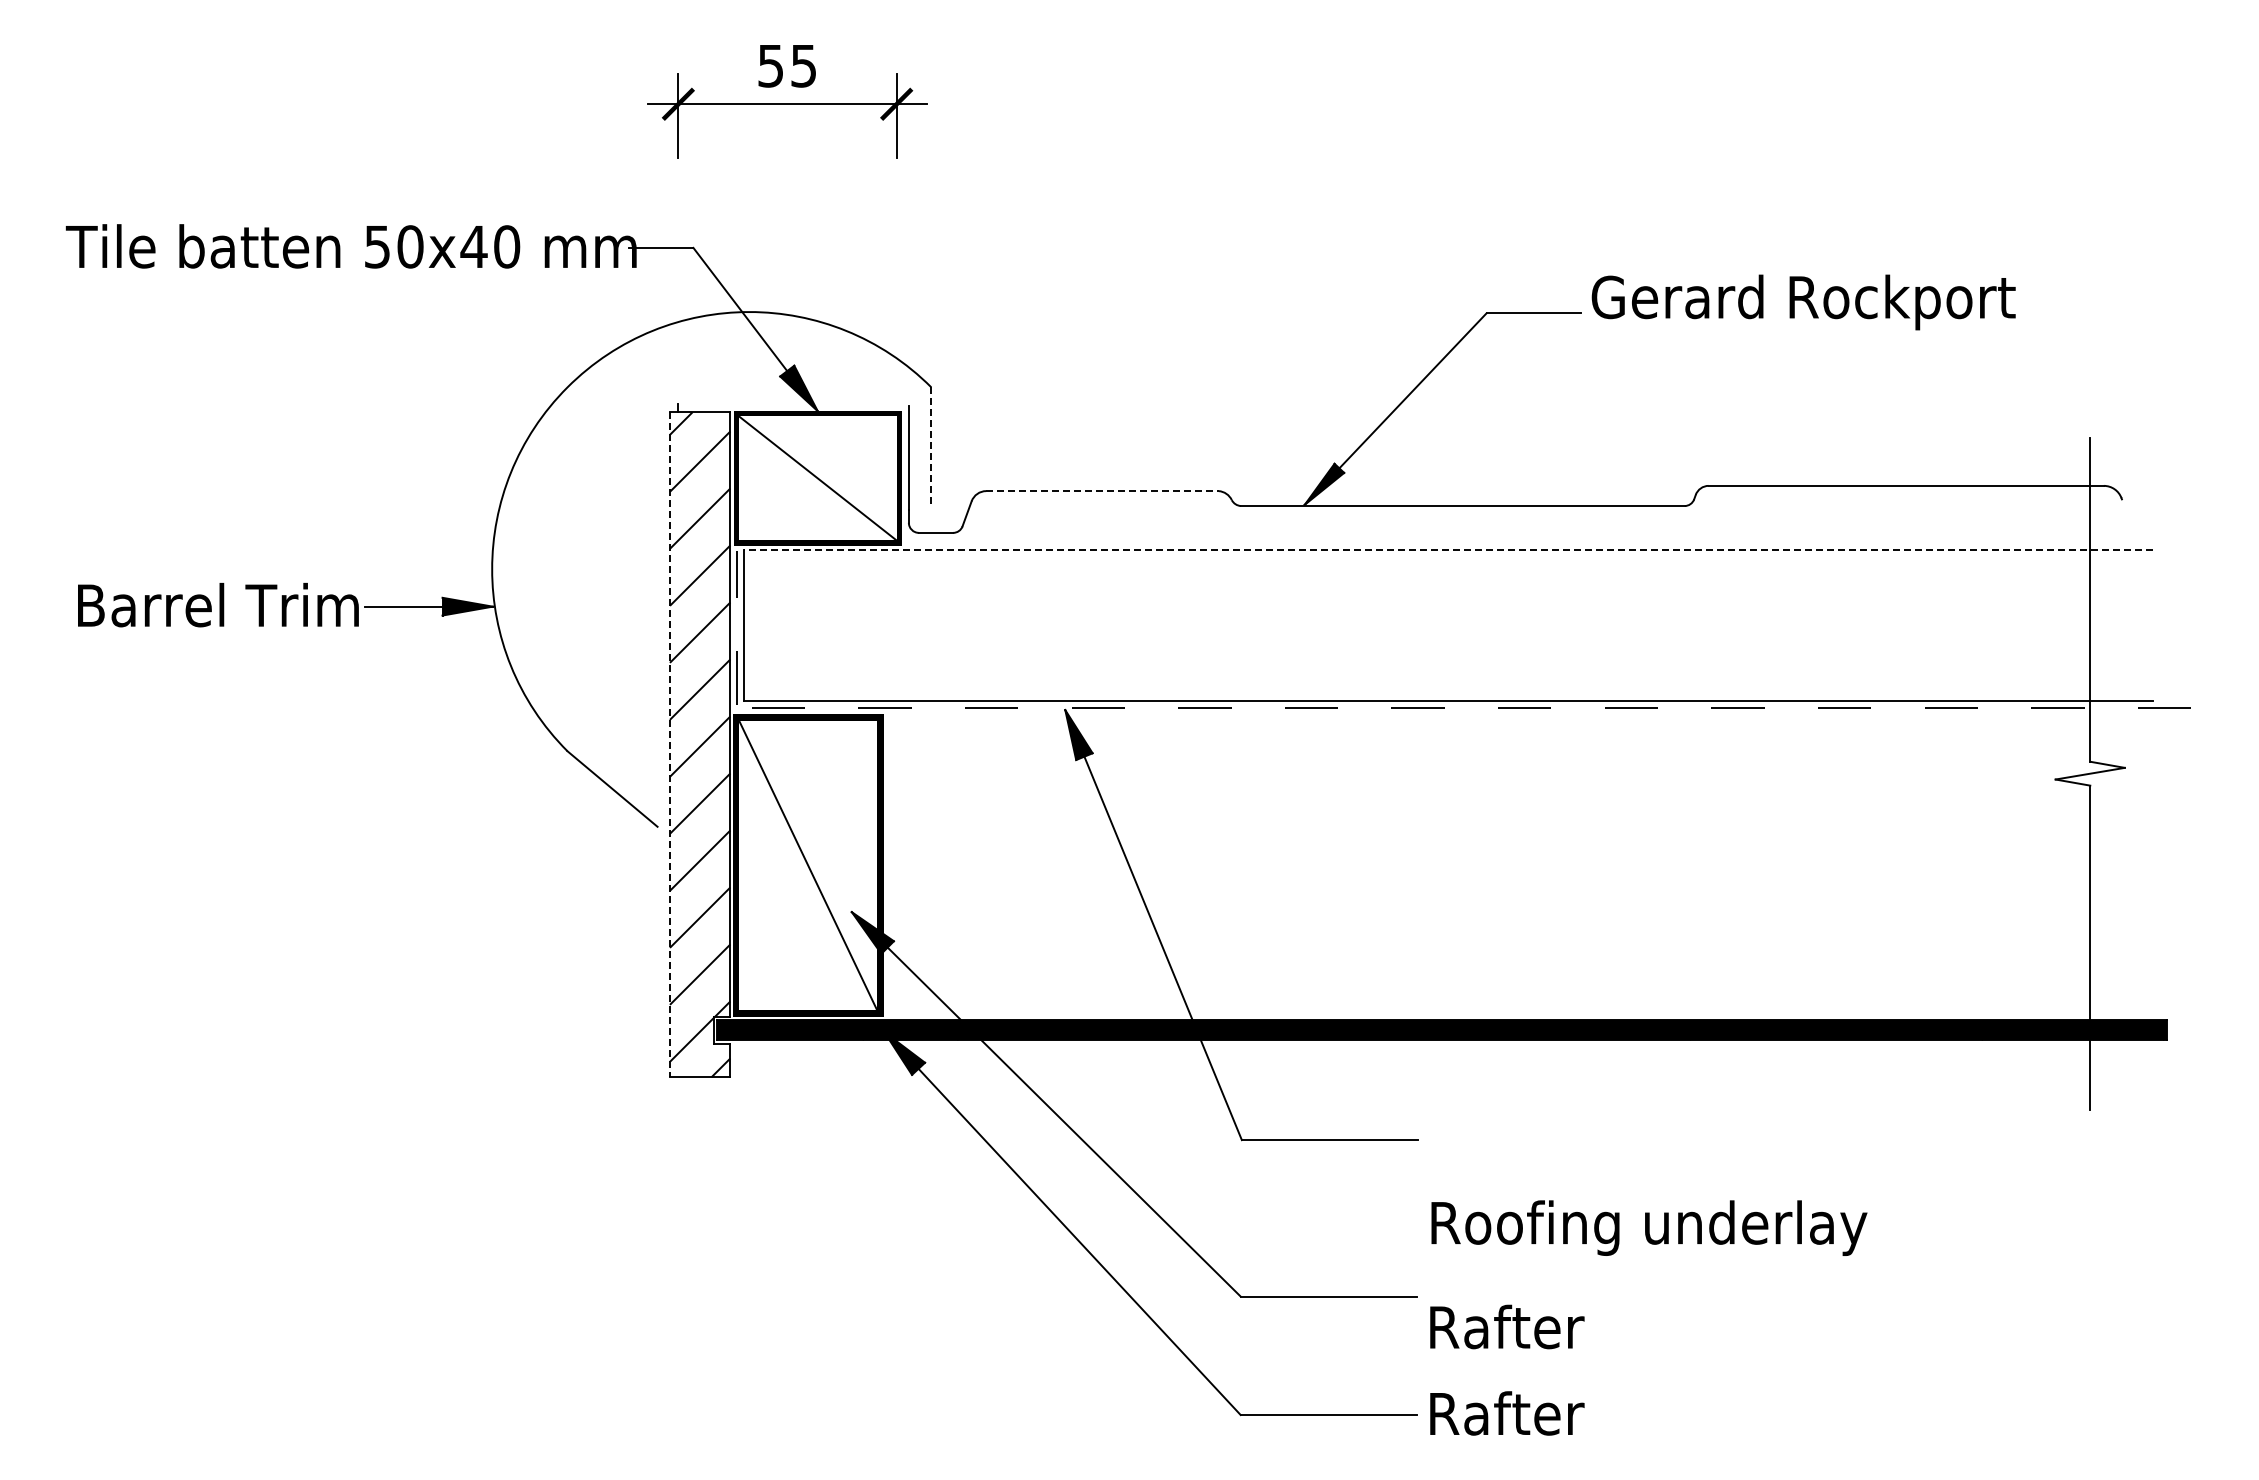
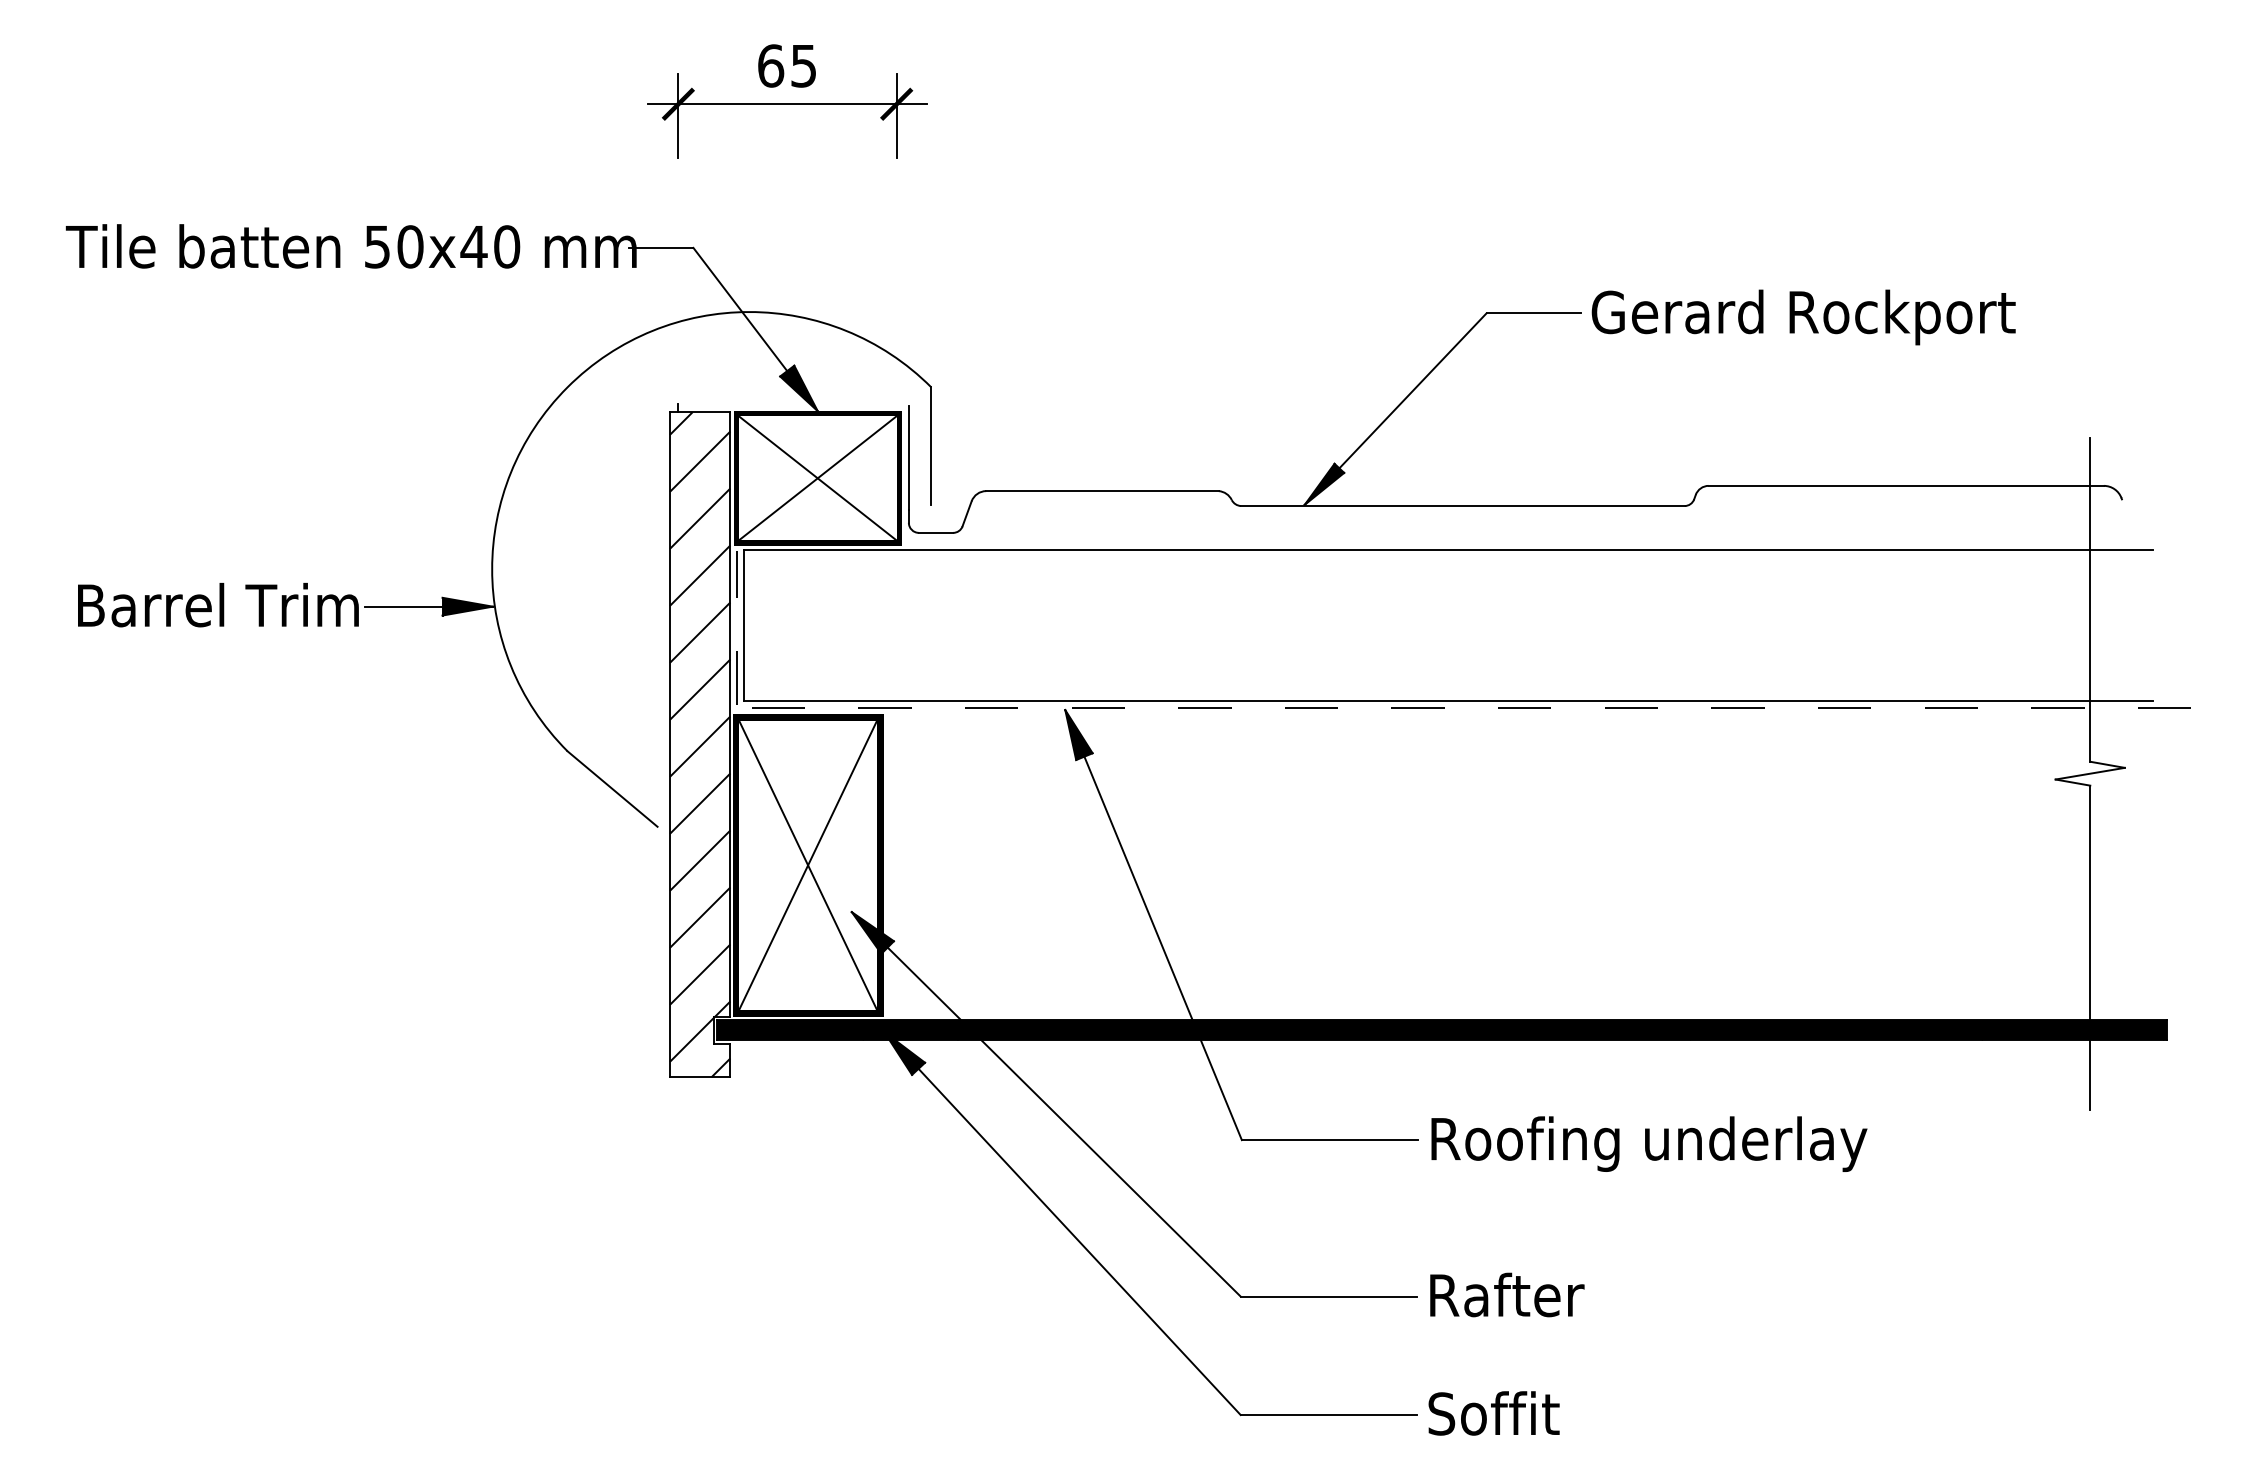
text at (771, 65): 55 -> 65
text at (1803, 302) position: (1803, 302) -> (1803, 317)
line at (931, 446): dashed -> solid
line at (817, 478): none -> present
line at (1102, 491): dashed -> solid
line at (1448, 549): dashed -> solid
line at (669, 744): dashed -> solid
line at (807, 864): none -> present
text at (1649, 1227) position: (1649, 1227) -> (1649, 1143)
text at (1507, 1326) position: (1507, 1326) -> (1507, 1294)
text at (1506, 1413): Rafter -> Soffit
